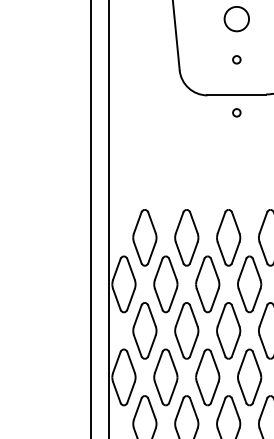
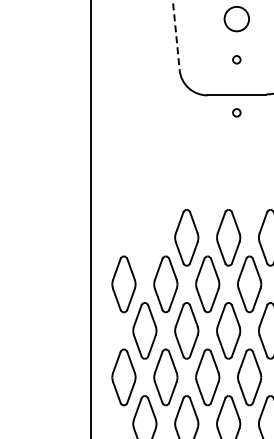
line at (176, 35): solid -> dashed
line at (109, 218): present -> none
part at (144, 237): present -> none
